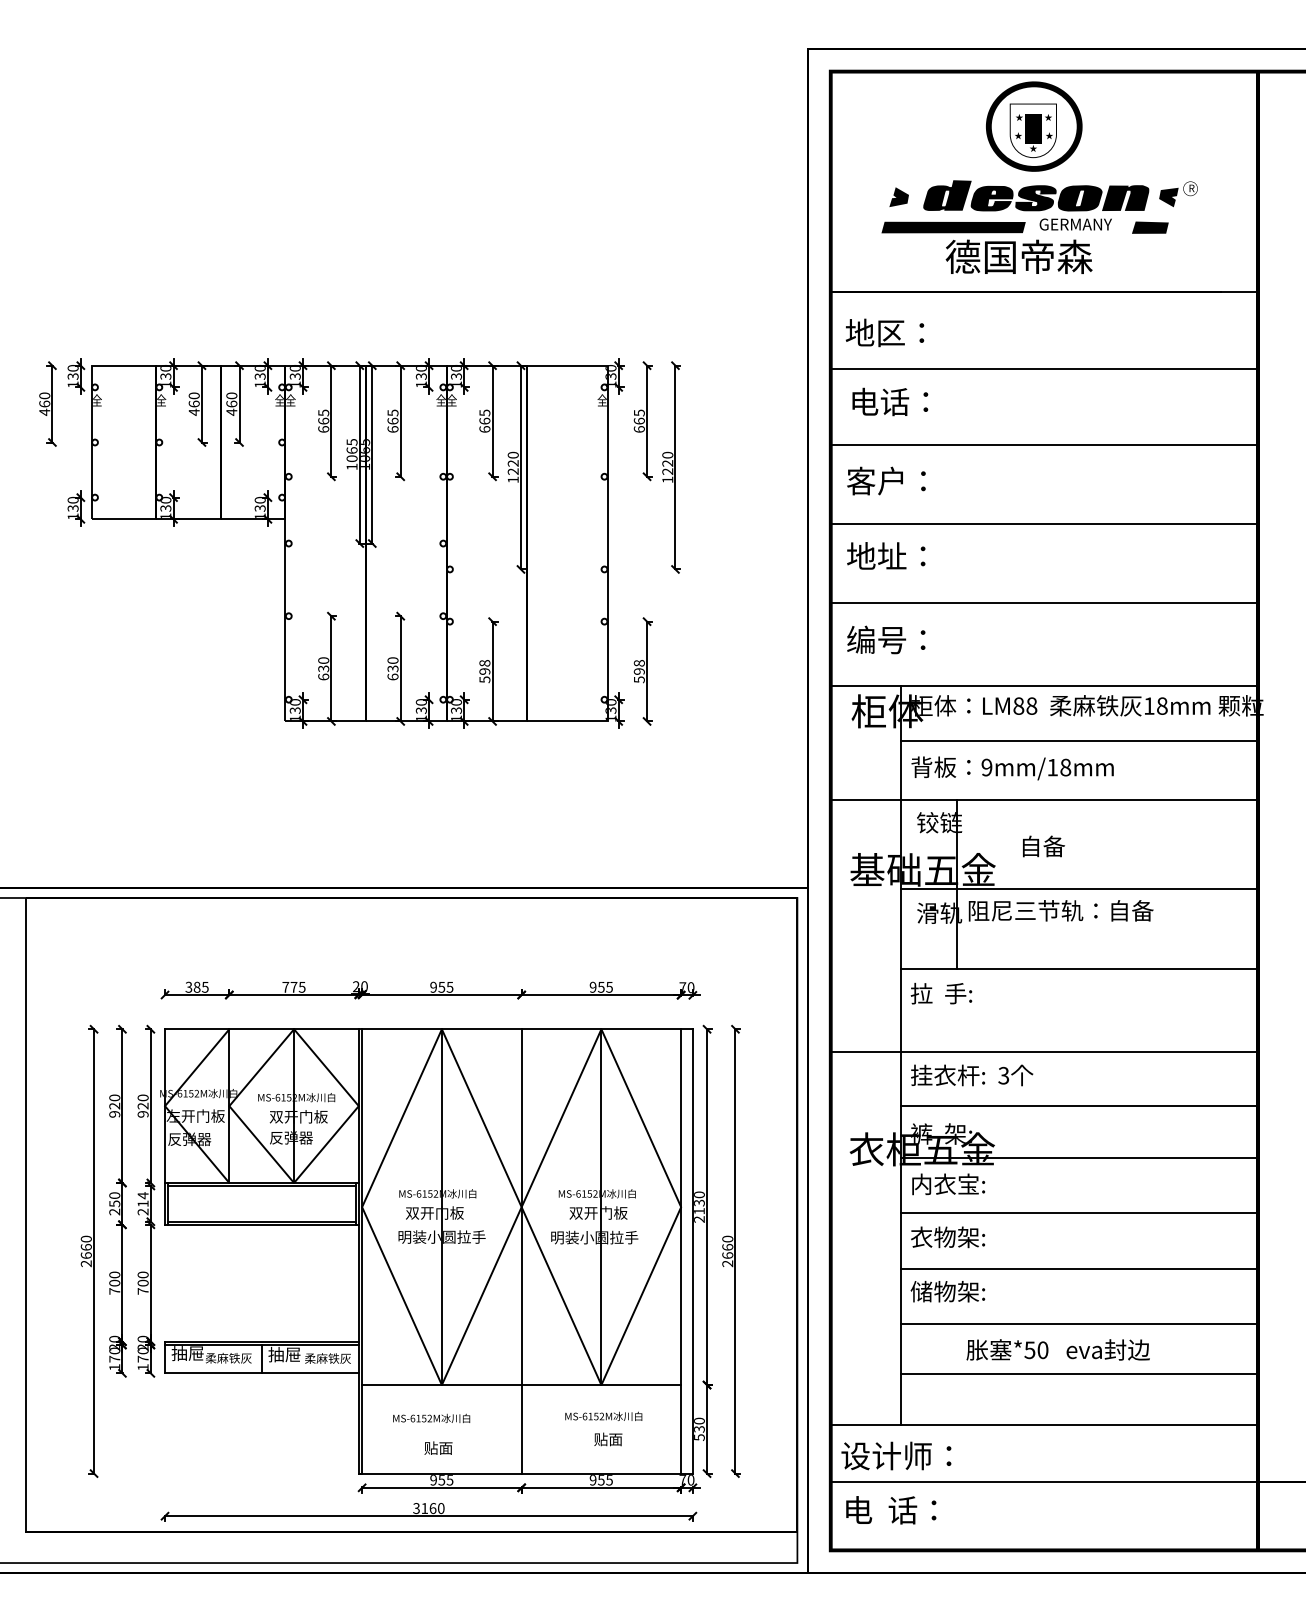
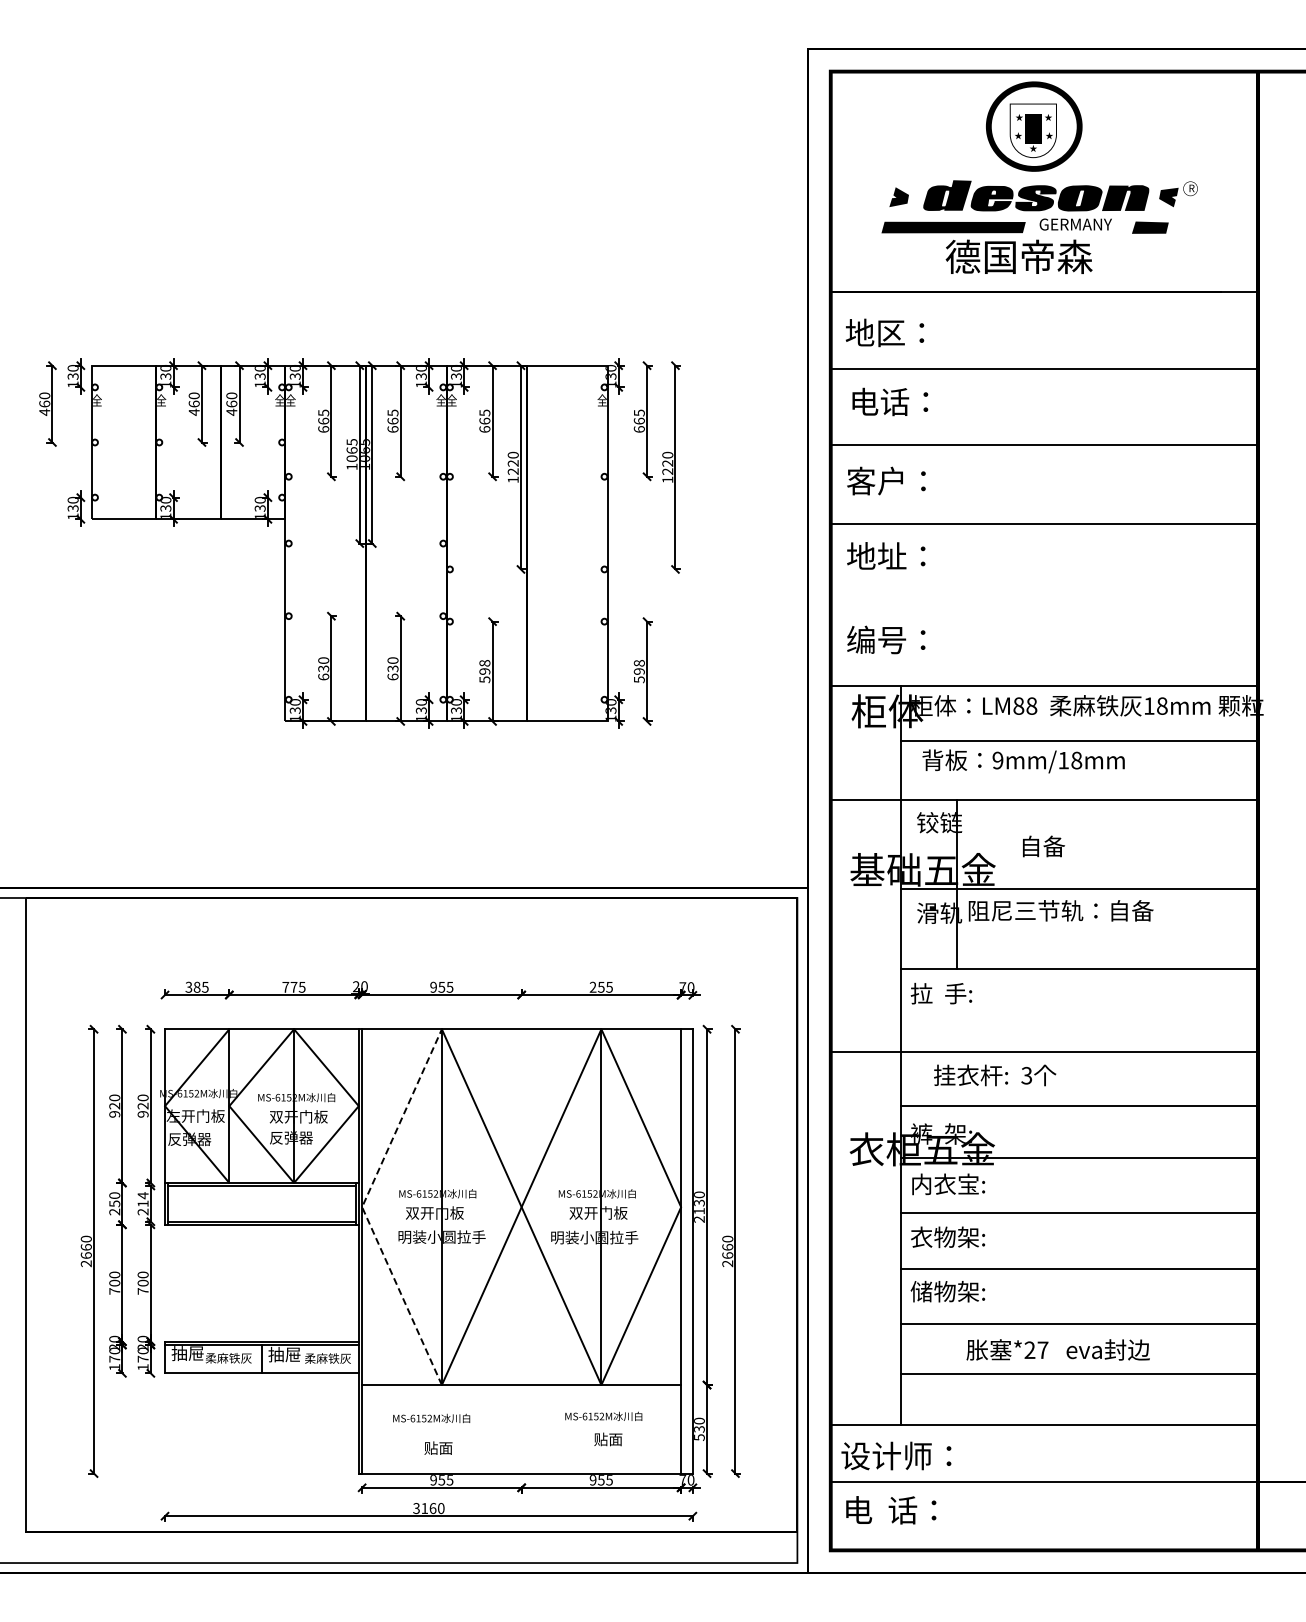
line at (1044, 602): present -> none
text at (1012, 768) position: (1012, 768) -> (1023, 761)
text at (592, 987): 955 -> 255
text at (972, 1075) position: (972, 1075) -> (995, 1075)
line at (362, 1207): solid -> dashed
line at (521, 1251): present -> none
text at (1036, 1350): *50 -> *27
